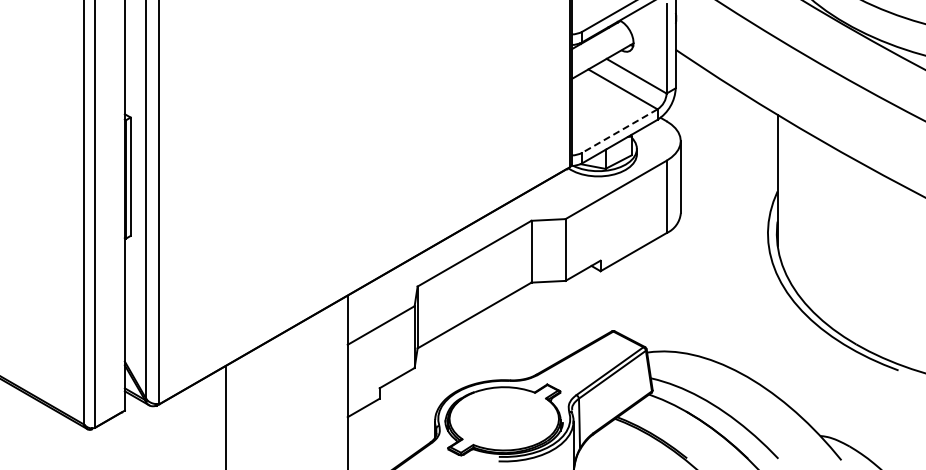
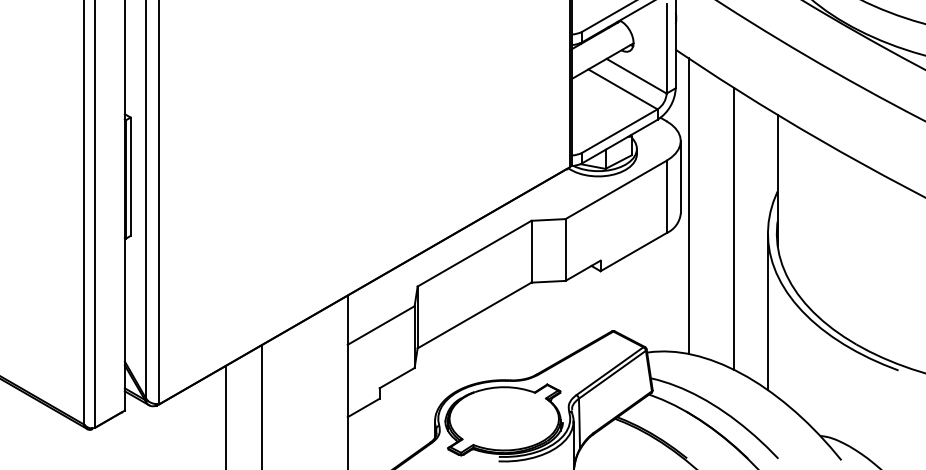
line at (619, 131): dashed -> solid
line at (688, 205): none -> present
line at (733, 228): none -> present
line at (767, 311): none -> present
line at (262, 405): none -> present
